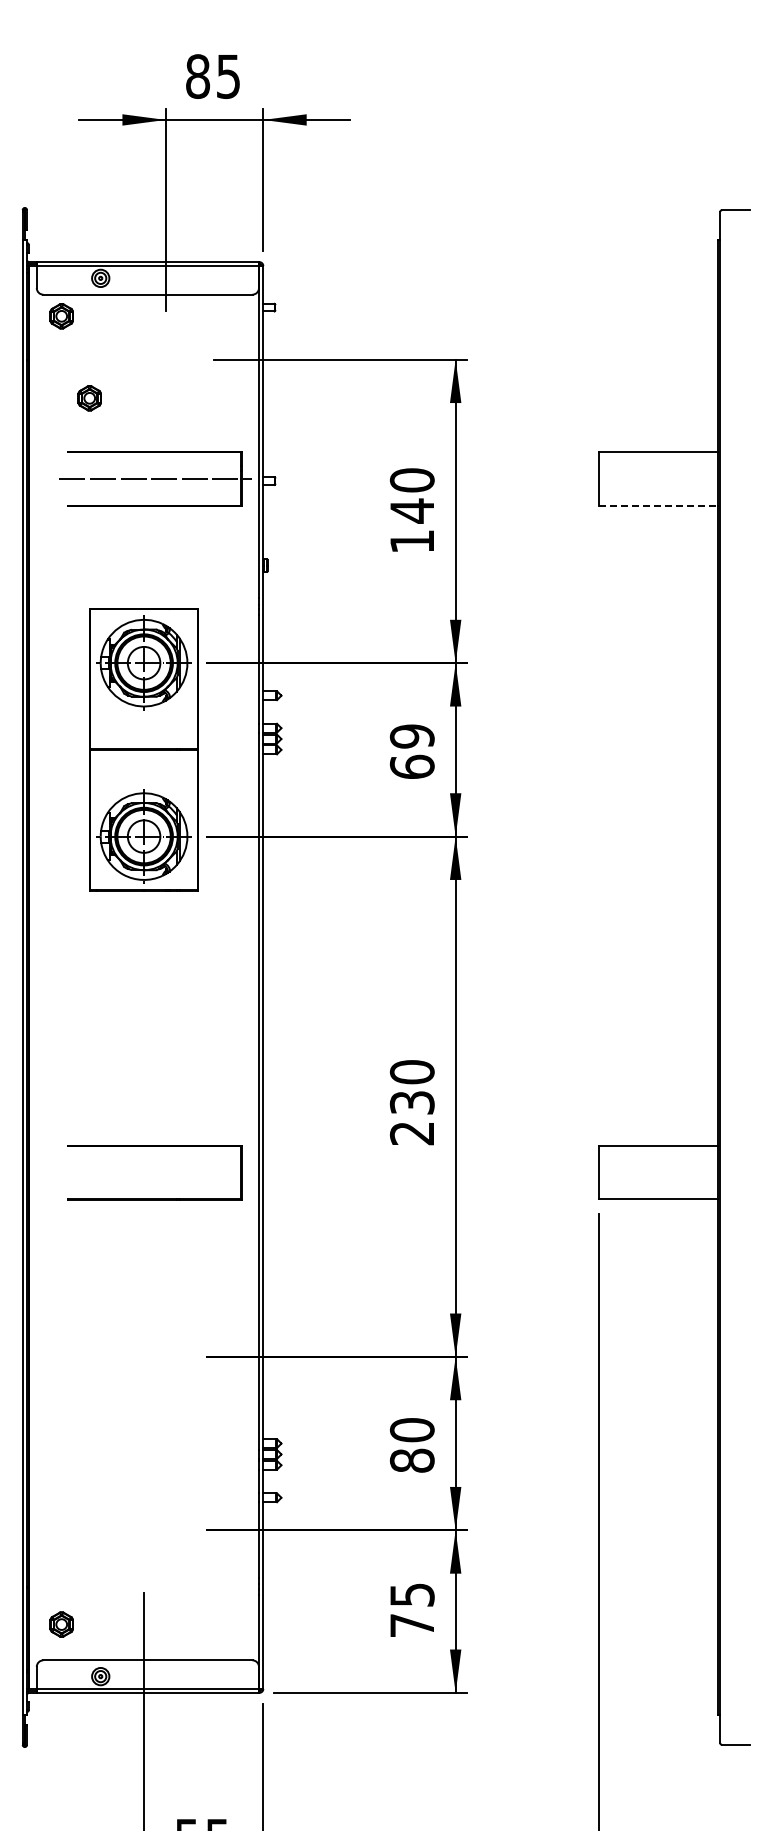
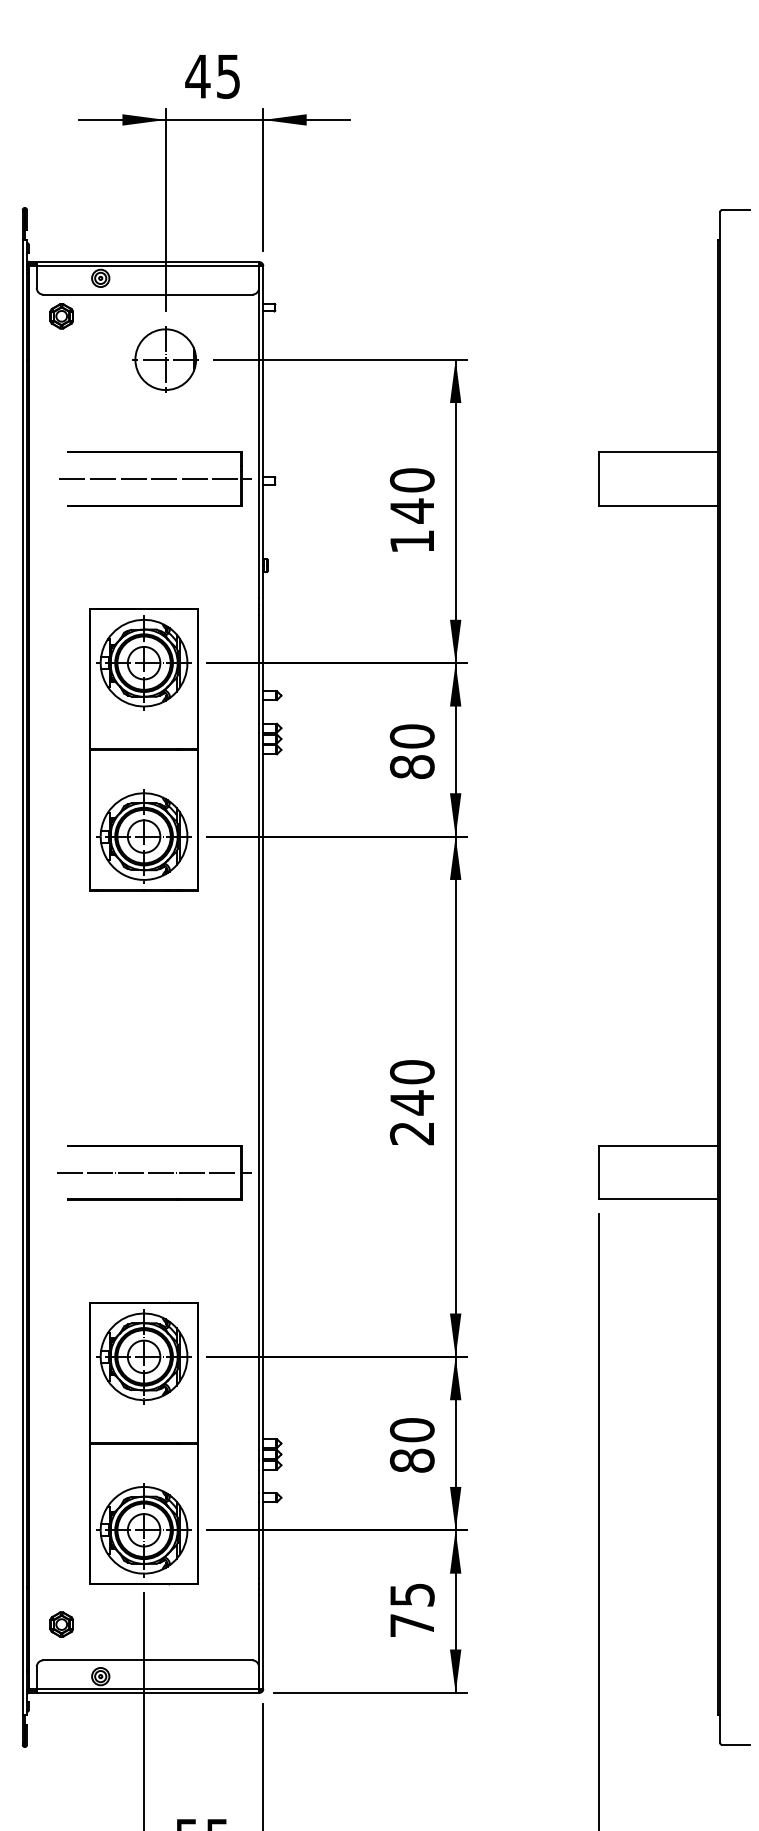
text at (197, 76): 85 -> 45
part at (165, 359): none -> present
part at (89, 398): present -> none
line at (658, 505): dashed -> solid
text at (411, 751): 69 -> 80
text at (411, 1102): 230 -> 240
line at (153, 1172): none -> present
part at (143, 1443): none -> present
